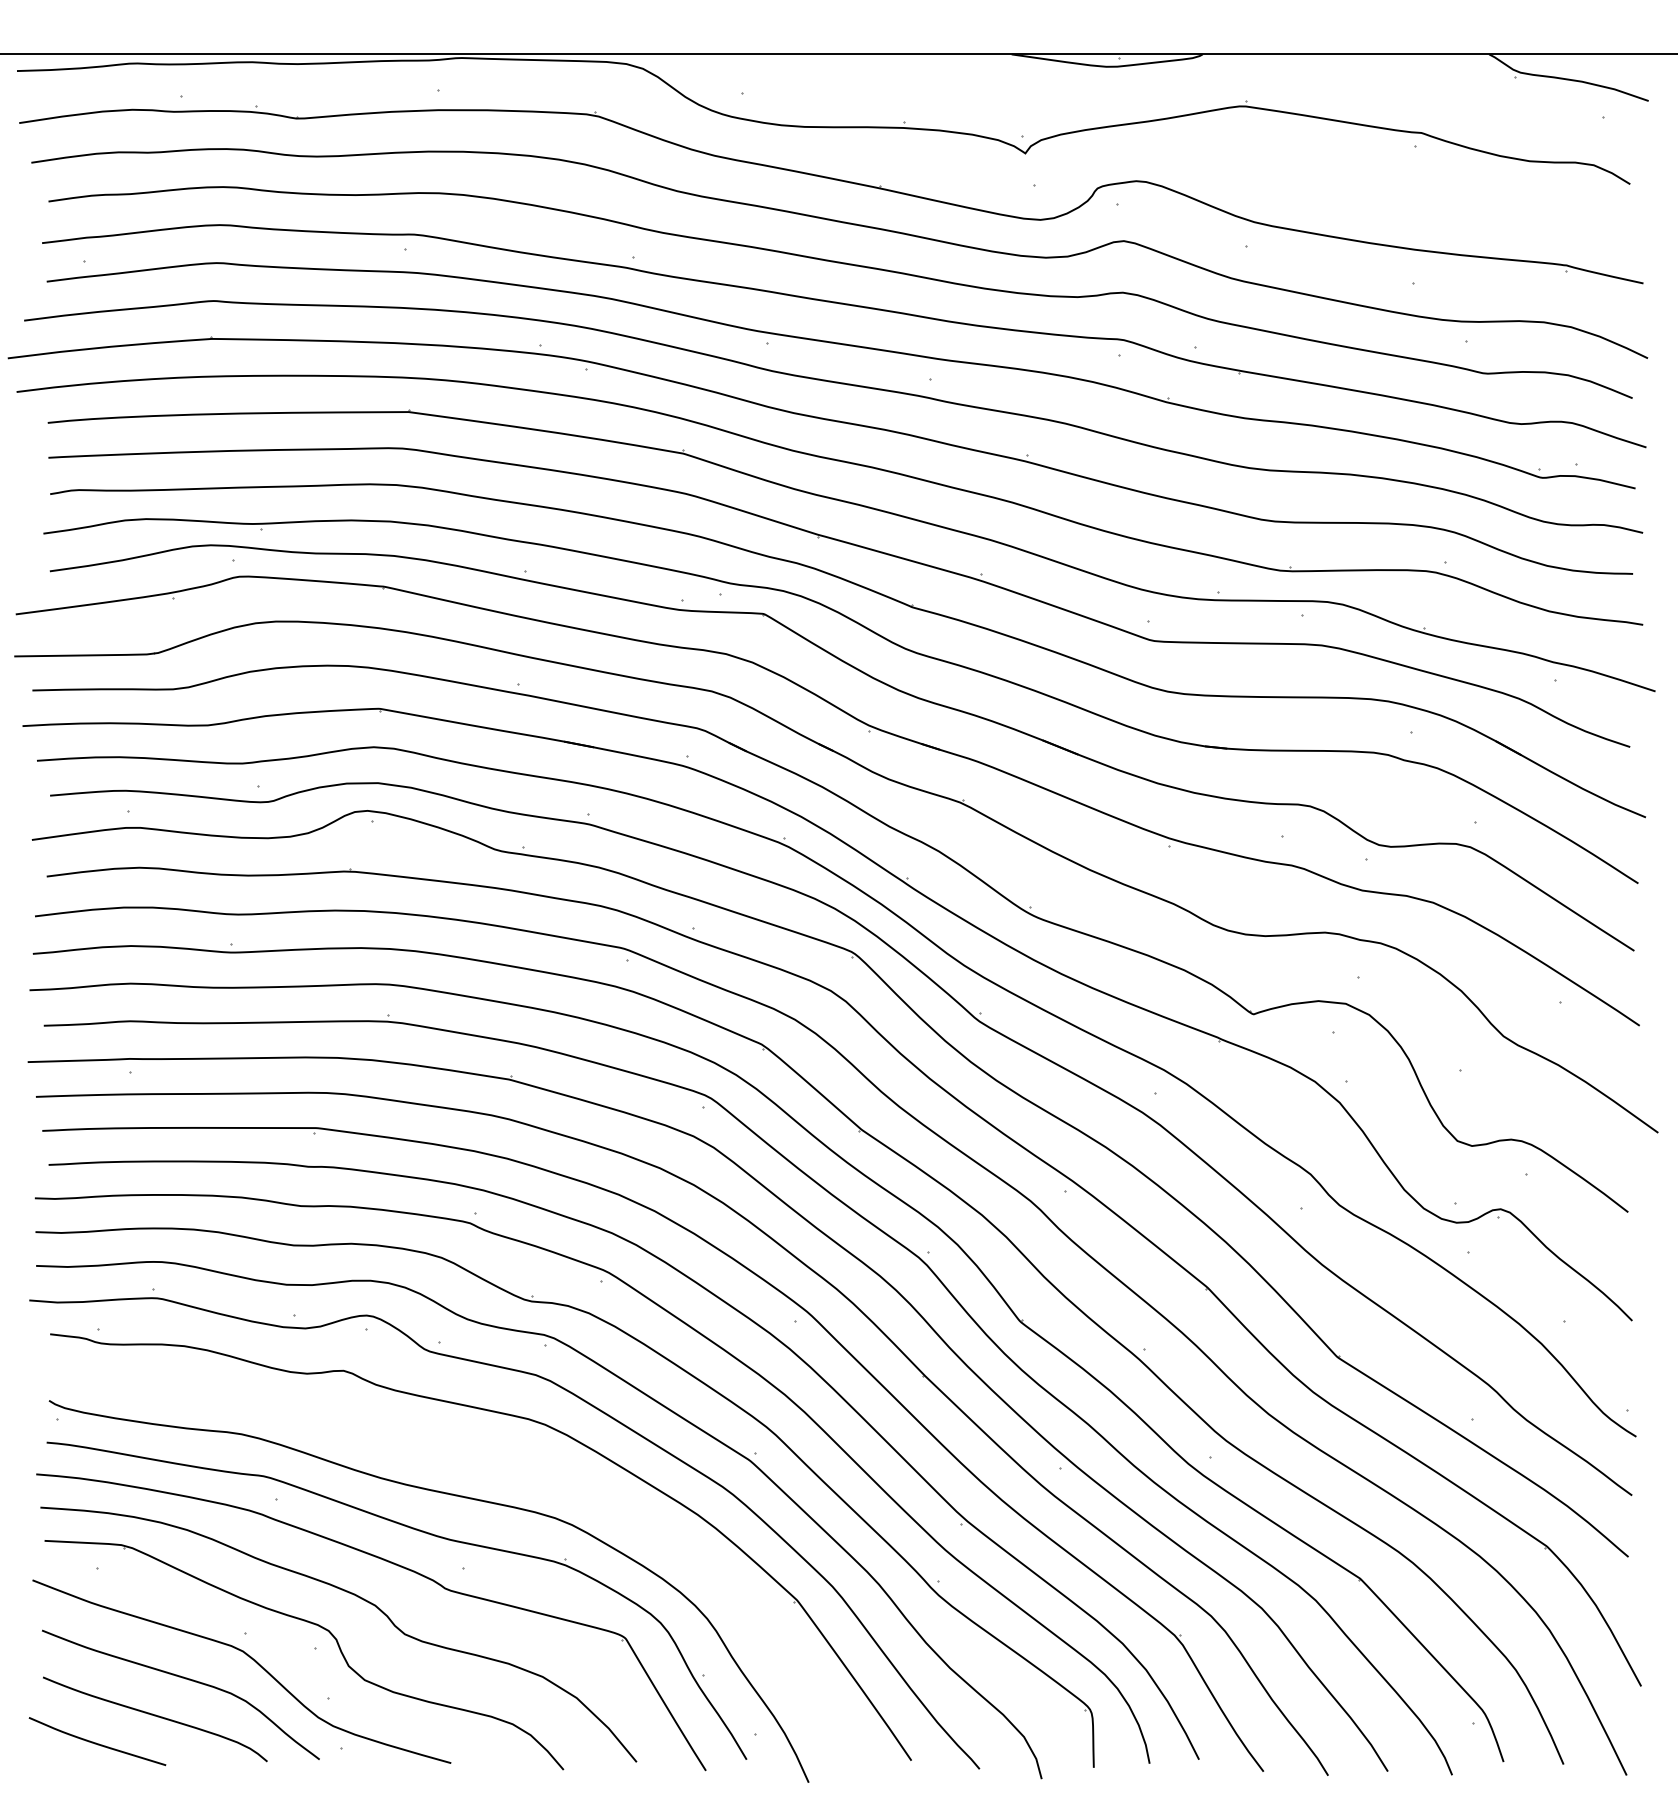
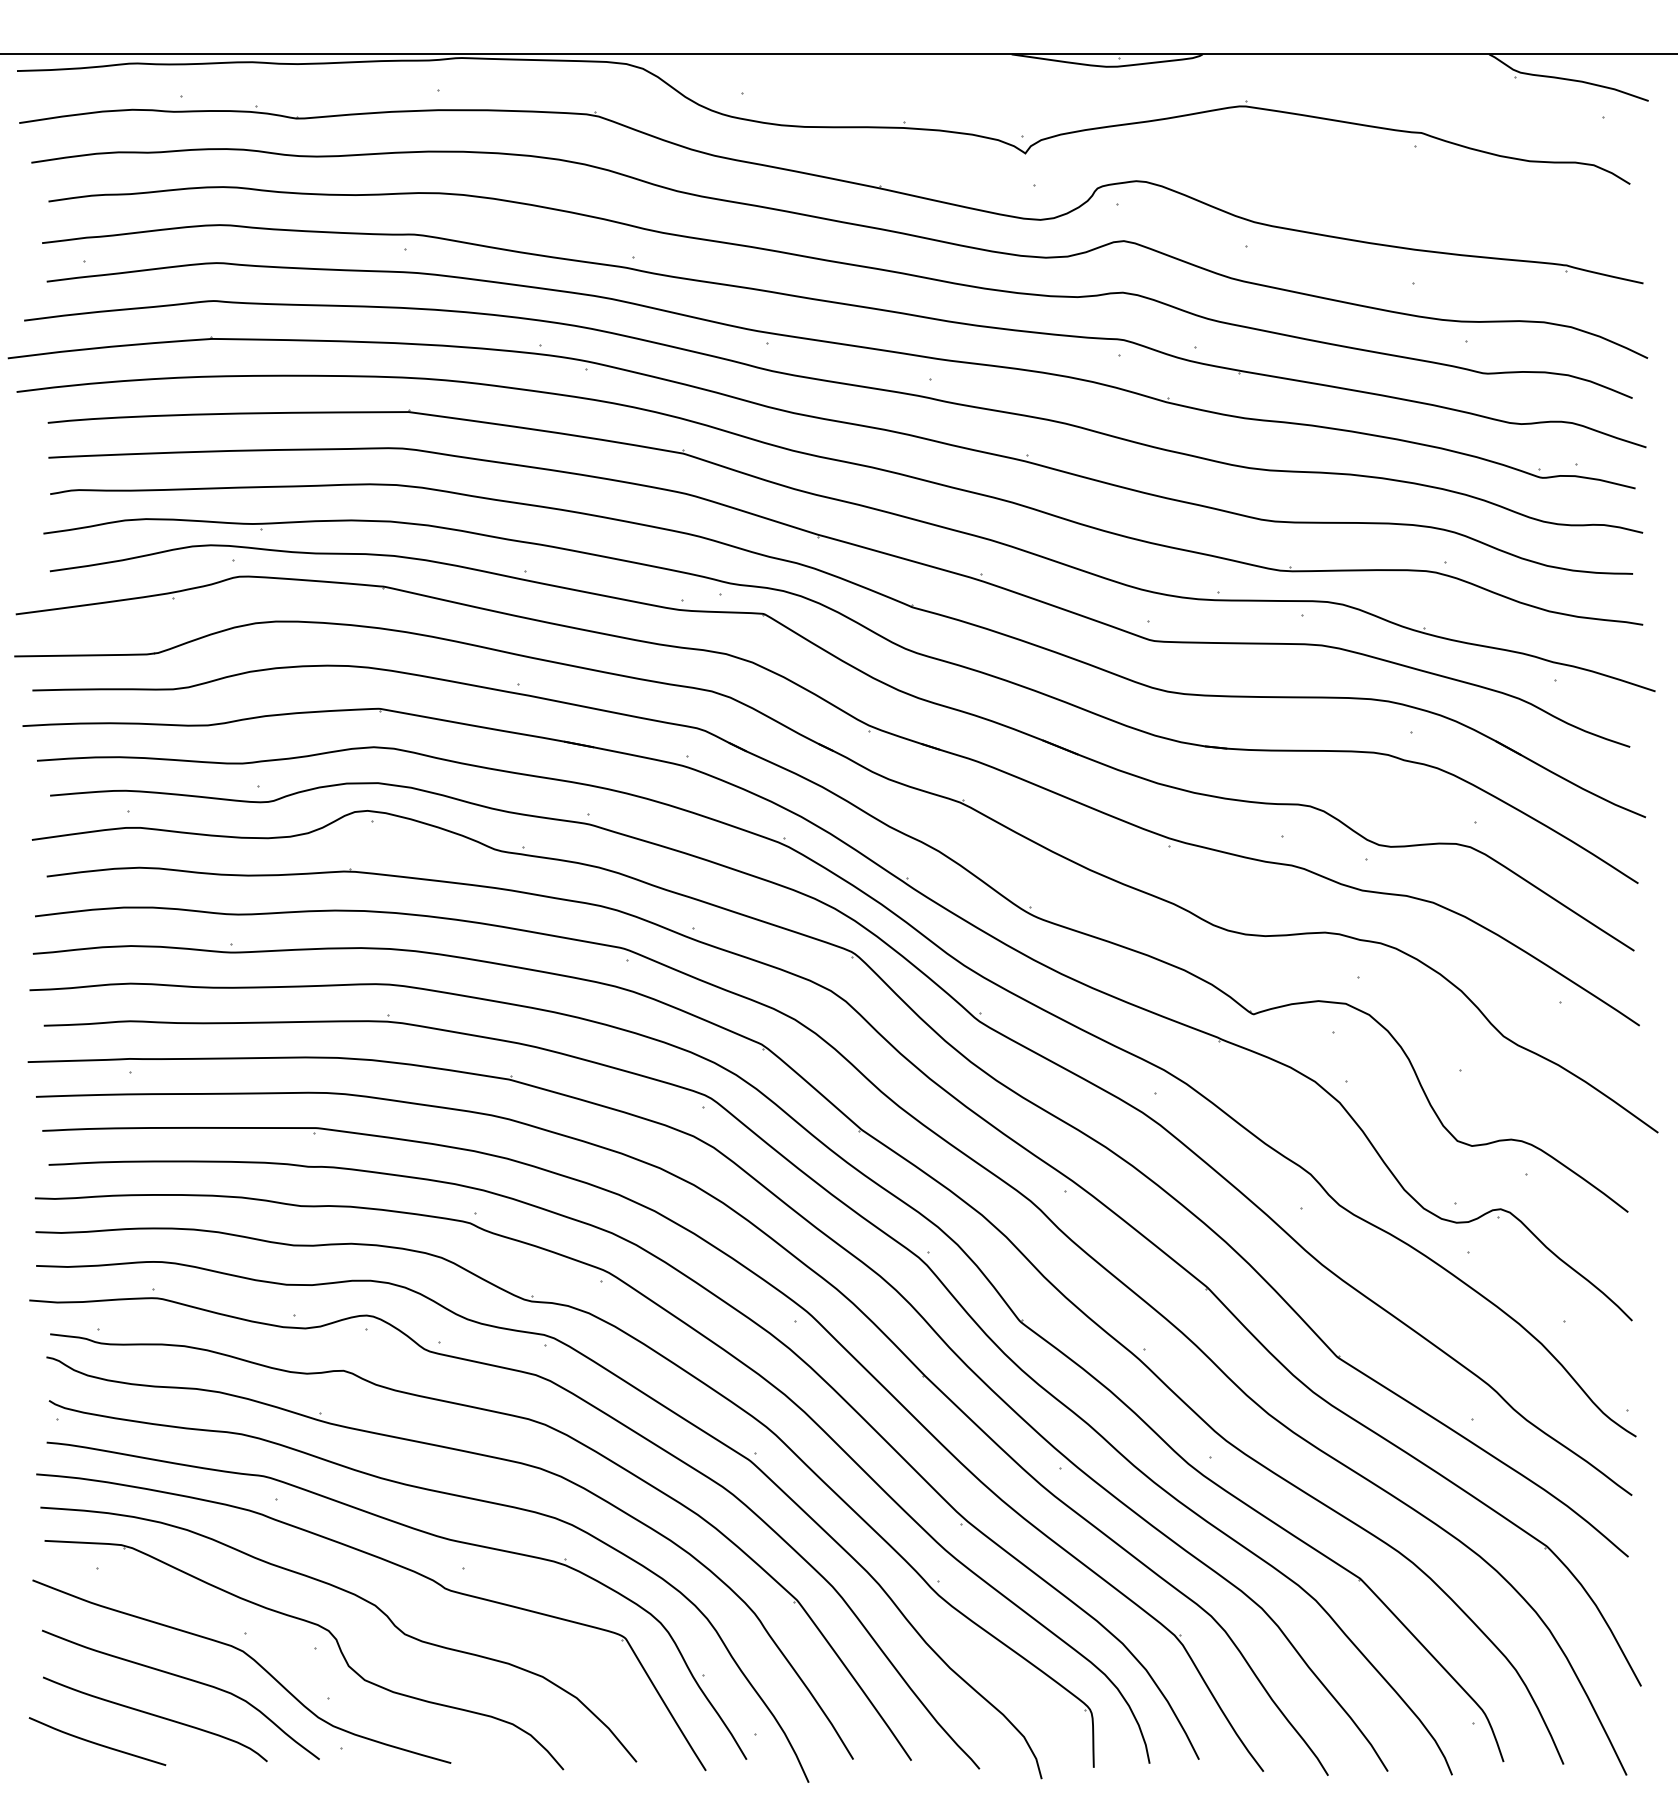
part at (469, 1453): none -> present
